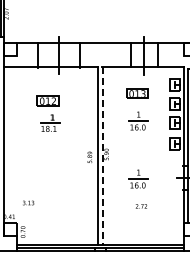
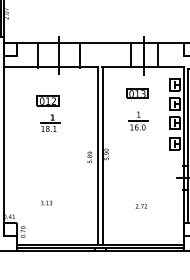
line at (102, 155): dashed -> solid
part at (138, 178): present -> none
text at (28, 202) position: (28, 202) -> (46, 202)
